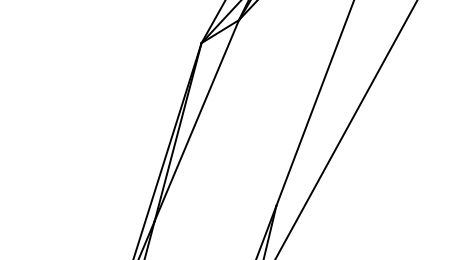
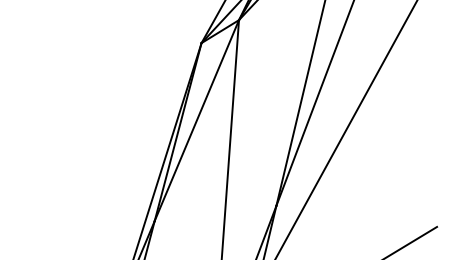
line at (300, 103): none -> present
line at (230, 138): none -> present
line at (412, 241): none -> present
